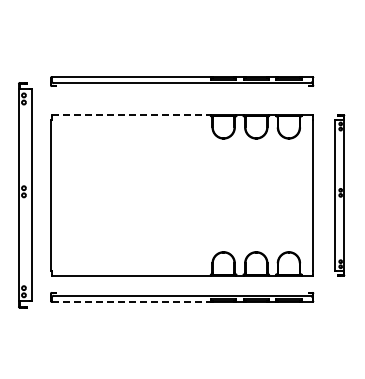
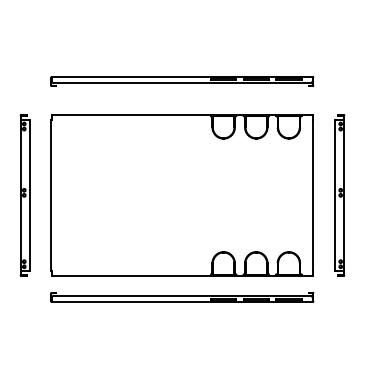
line at (131, 115): dashed -> solid
part at (25, 195) size: 15x227 px -> 12x163 px
line at (131, 301): dashed -> solid
